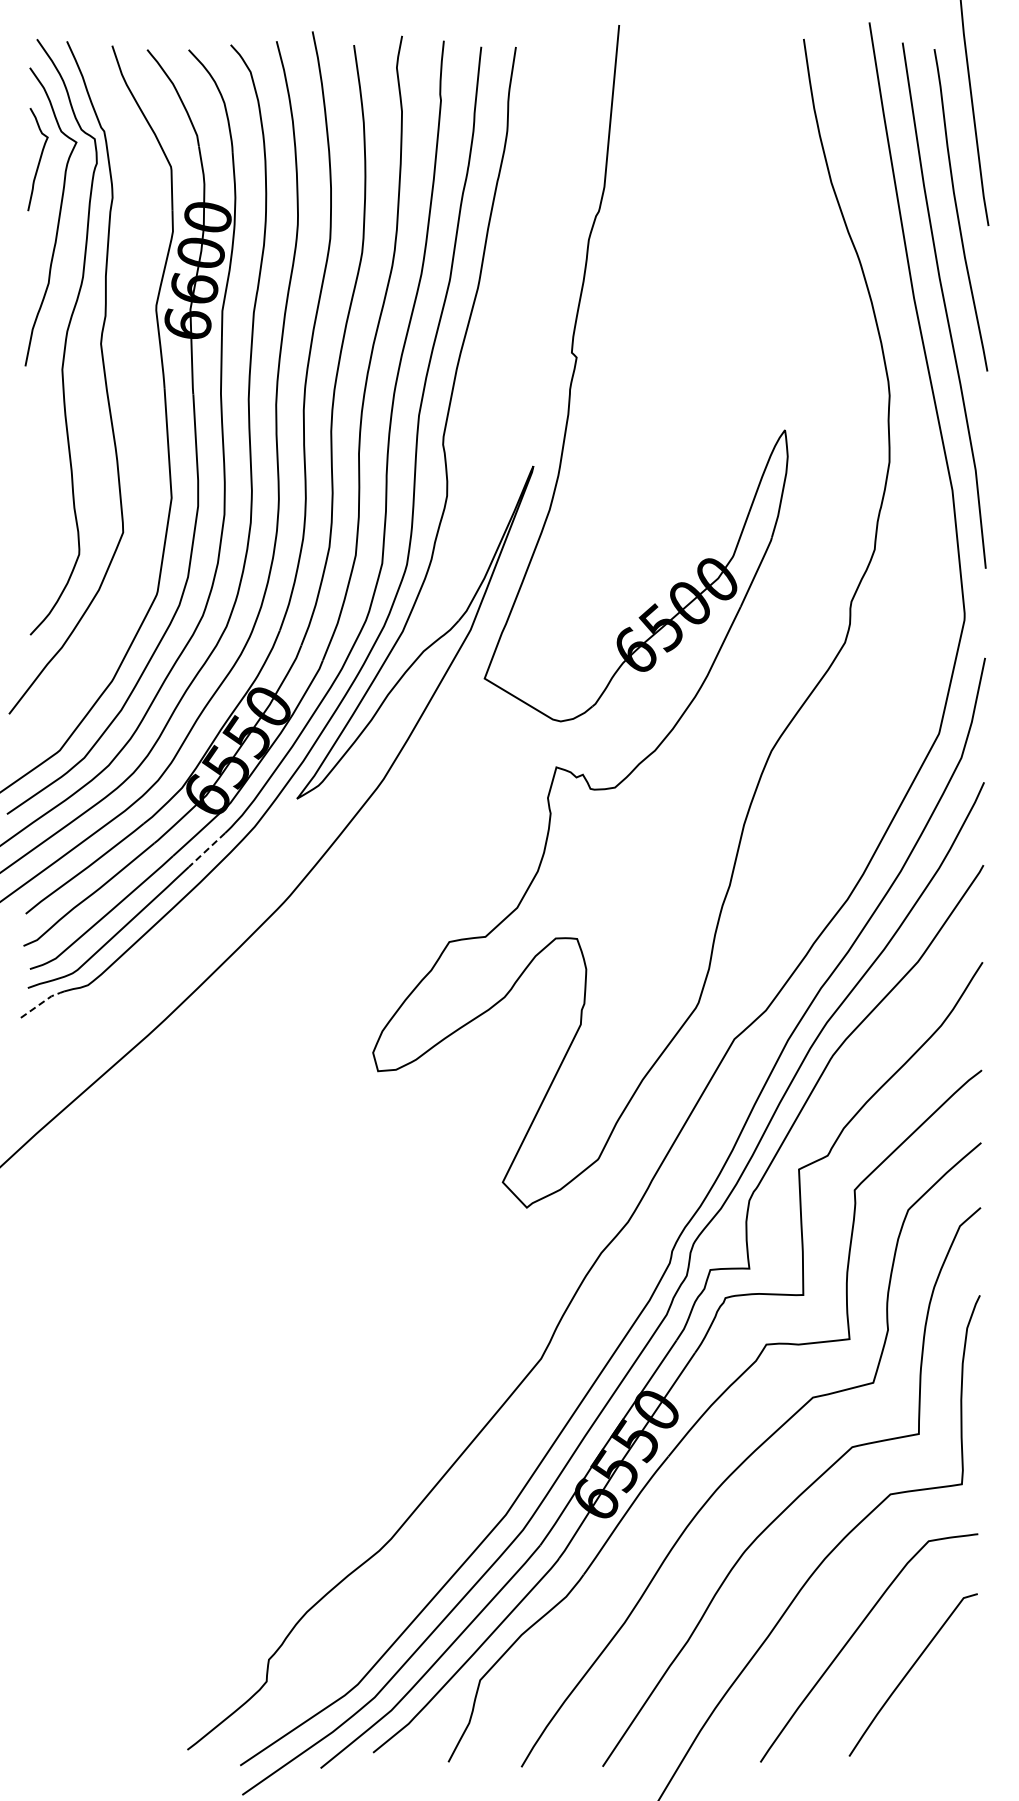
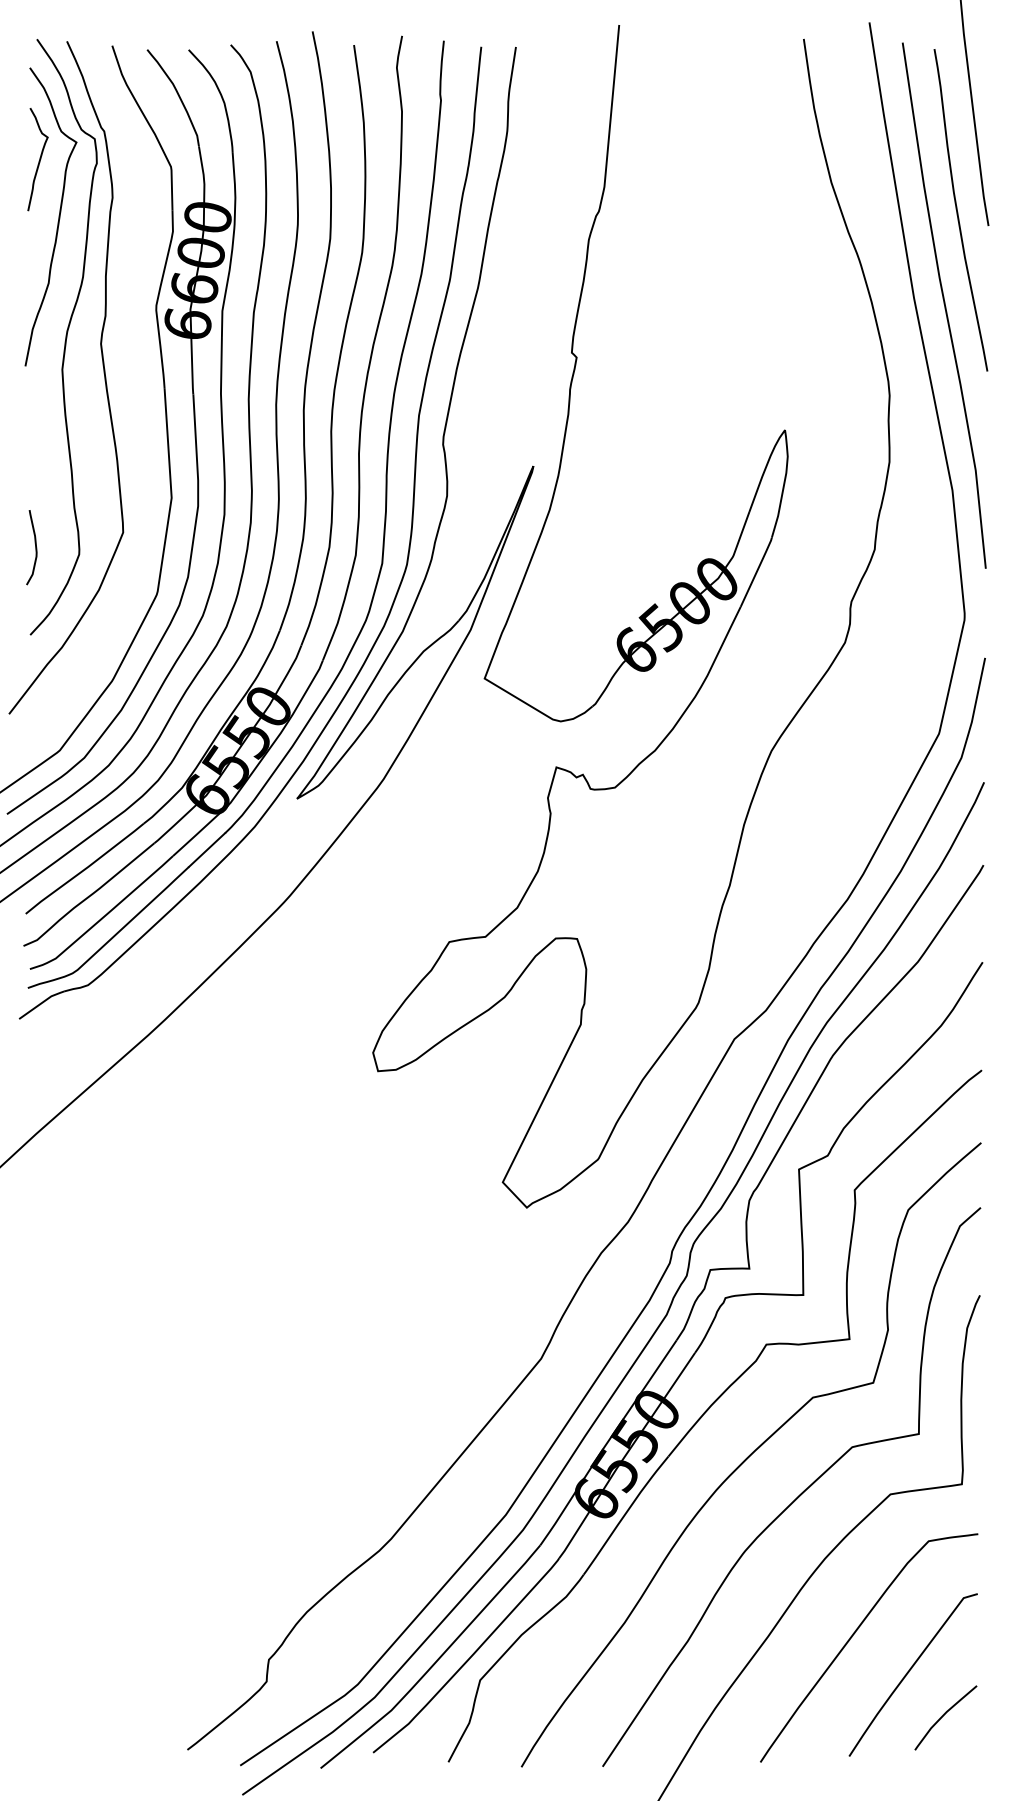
curve at (35, 547): none -> present
line at (207, 850): dashed -> solid
line at (41, 1003): dashed -> solid
curve at (944, 1715): none -> present
